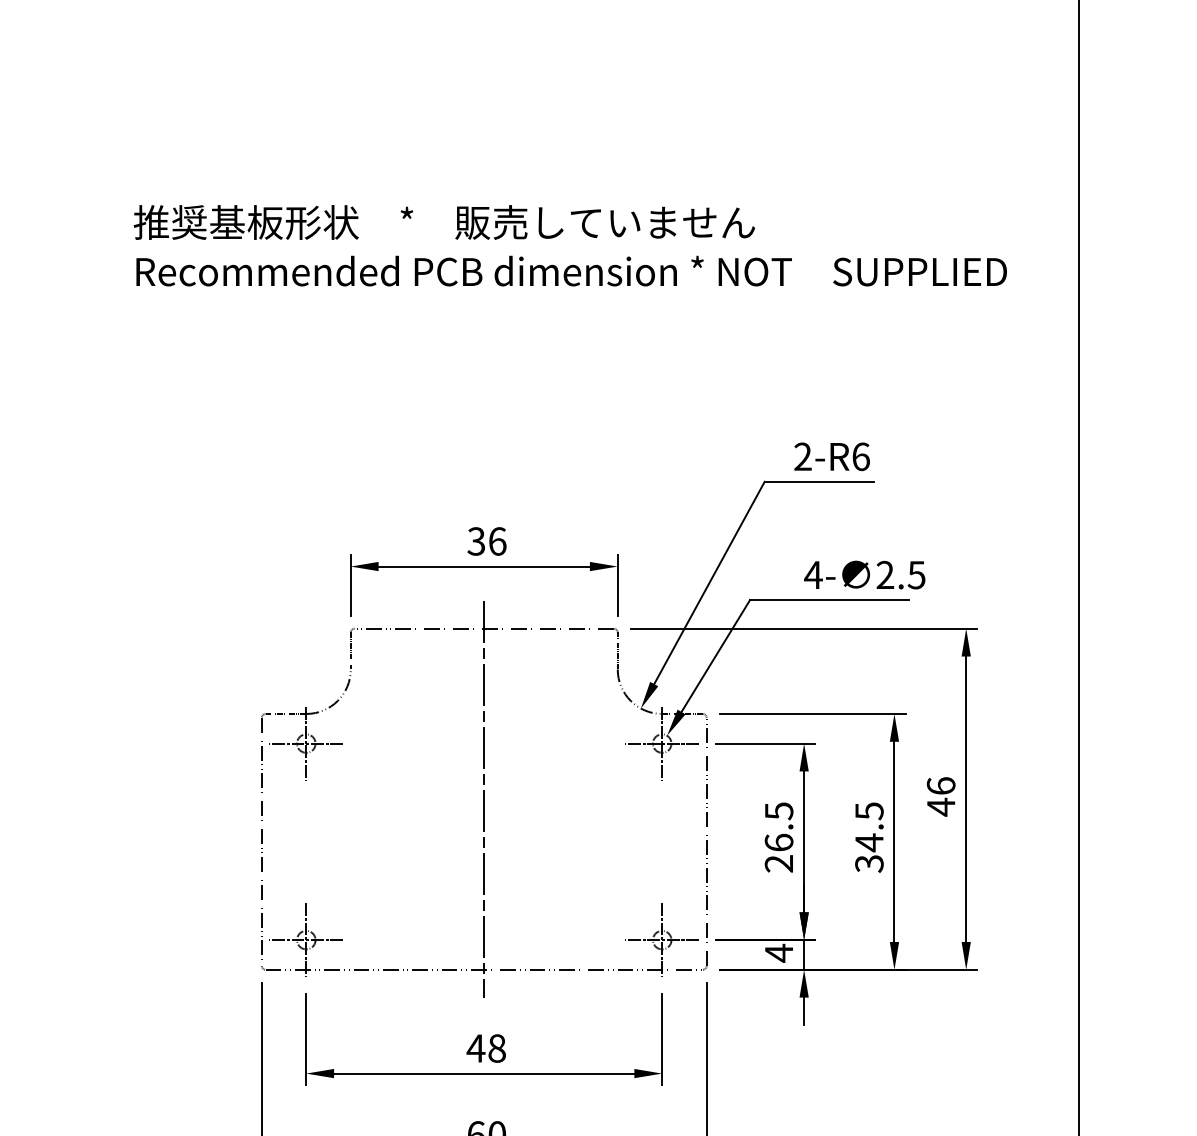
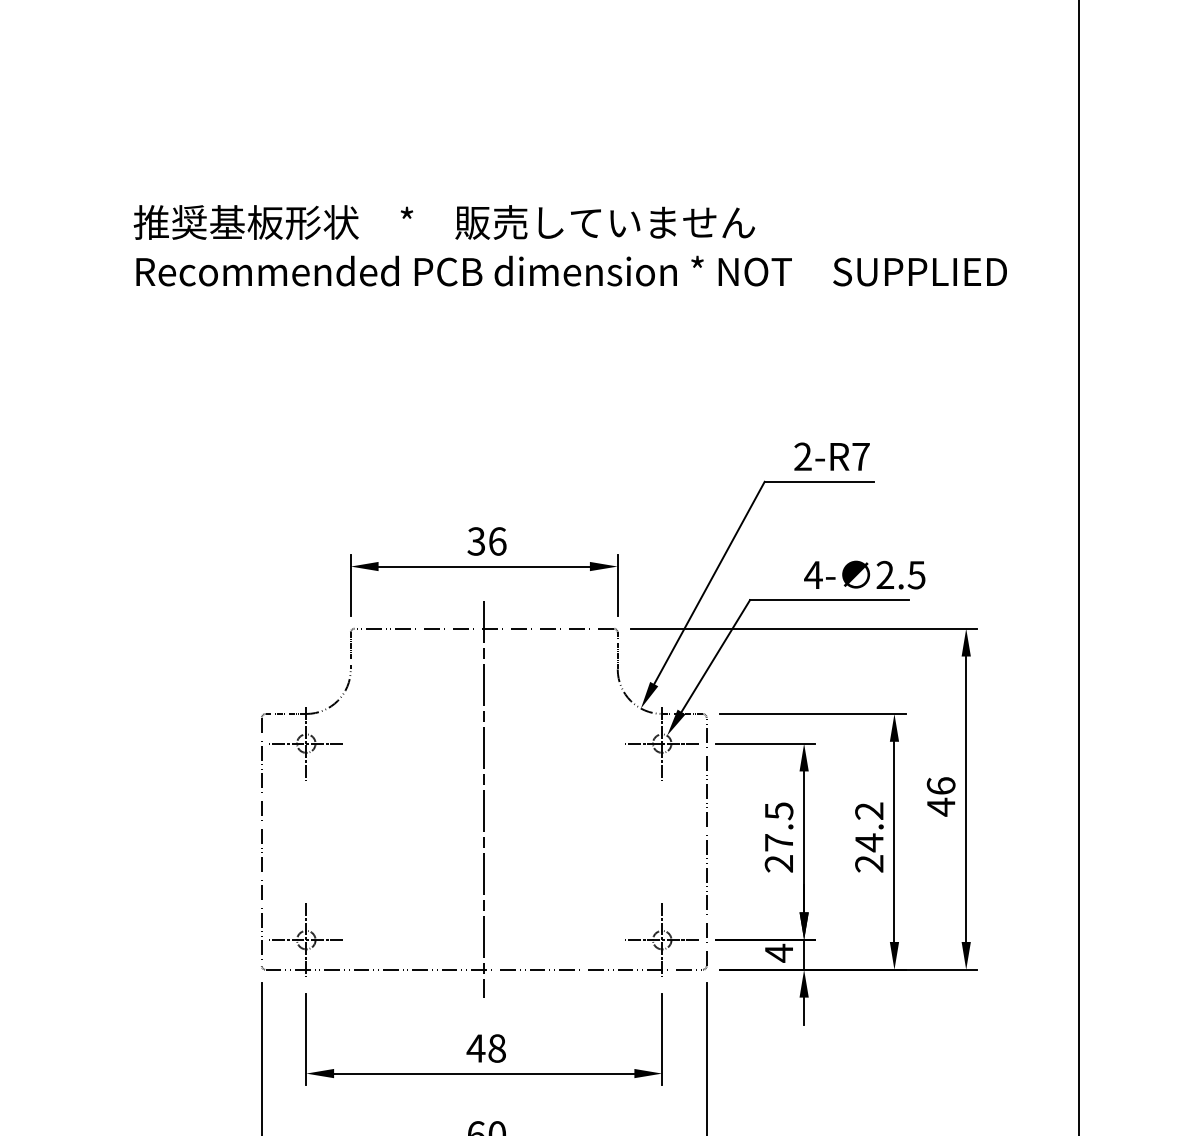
text at (860, 456): 2-R6 -> 2-R7
text at (869, 837): 34.5 -> 24.2
text at (778, 842): 26.5 -> 27.5
